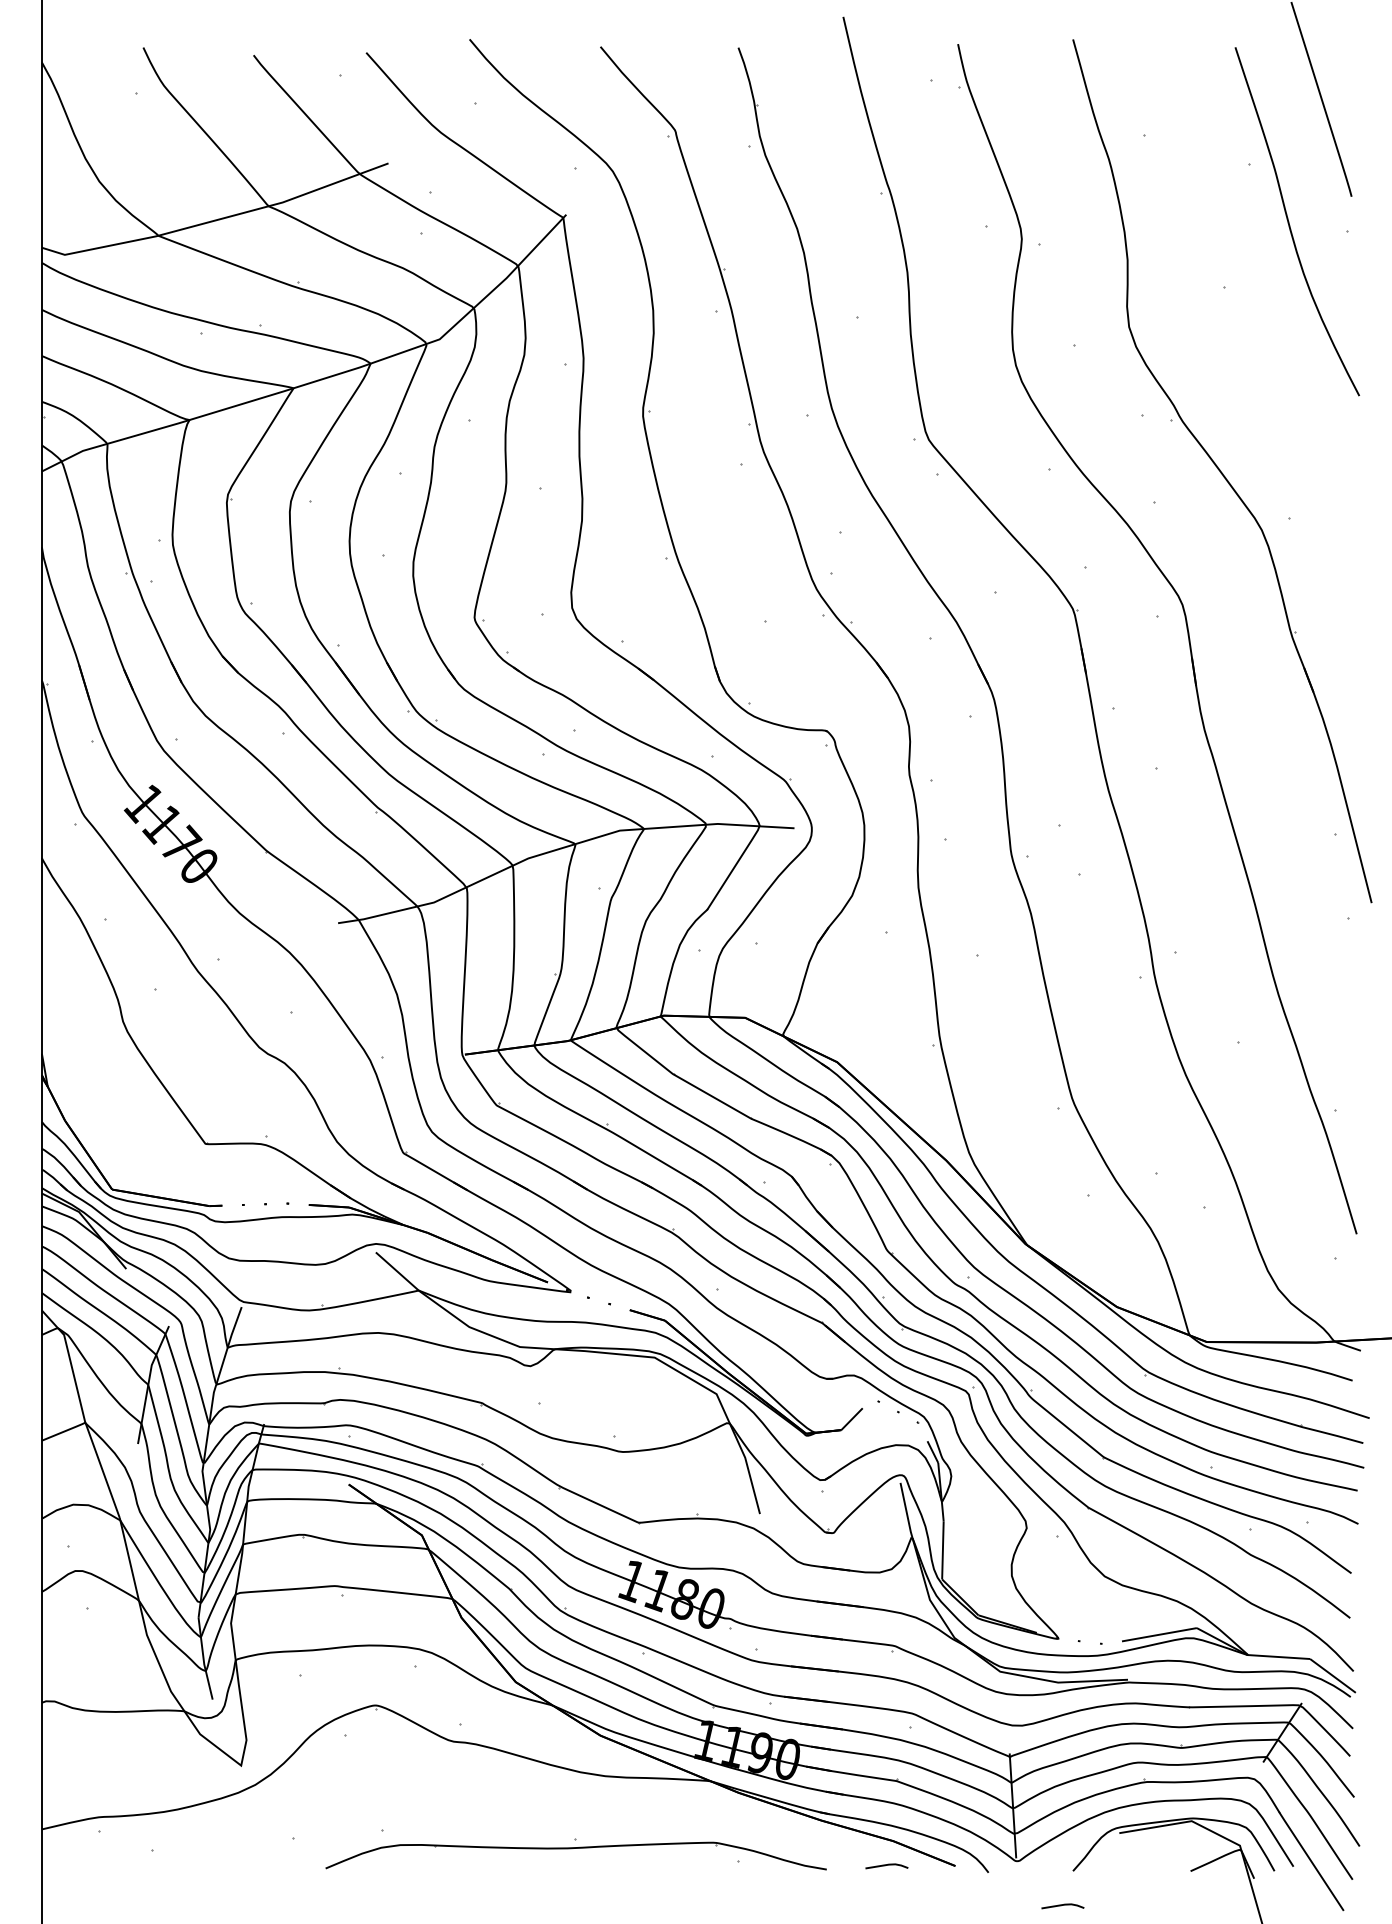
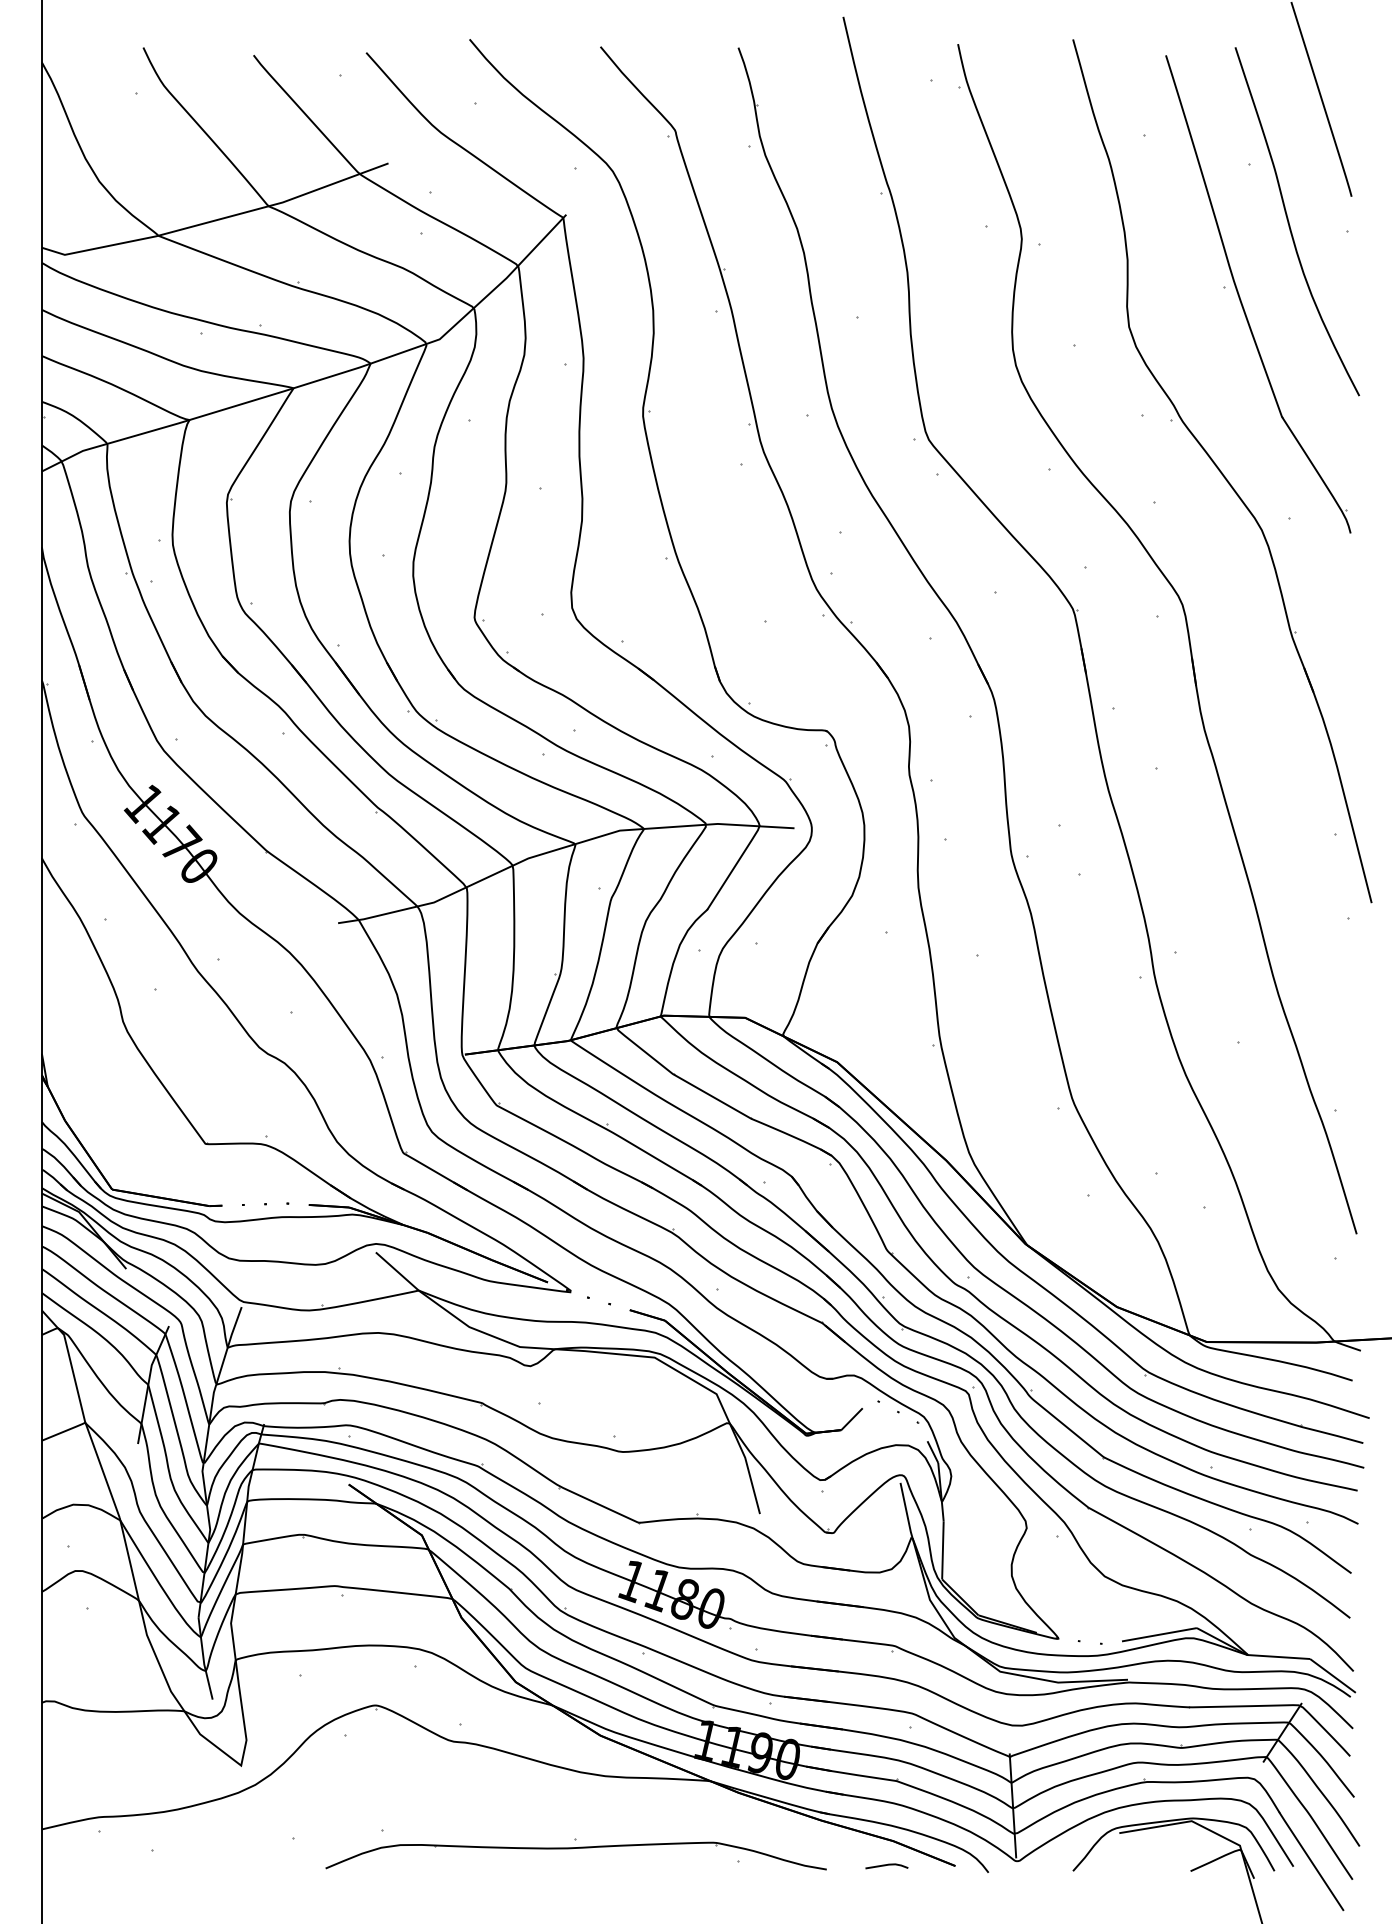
part at (1241, 299): none -> present
line at (1062, 1905): present -> none
